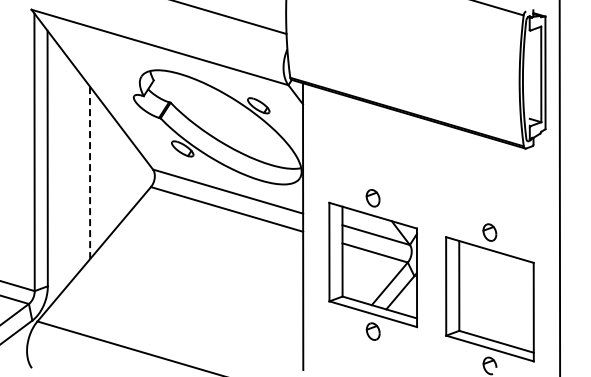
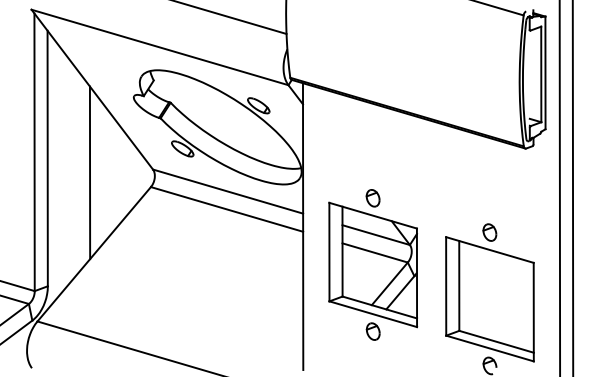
line at (90, 172): dashed -> solid
line at (572, 187): none -> present
